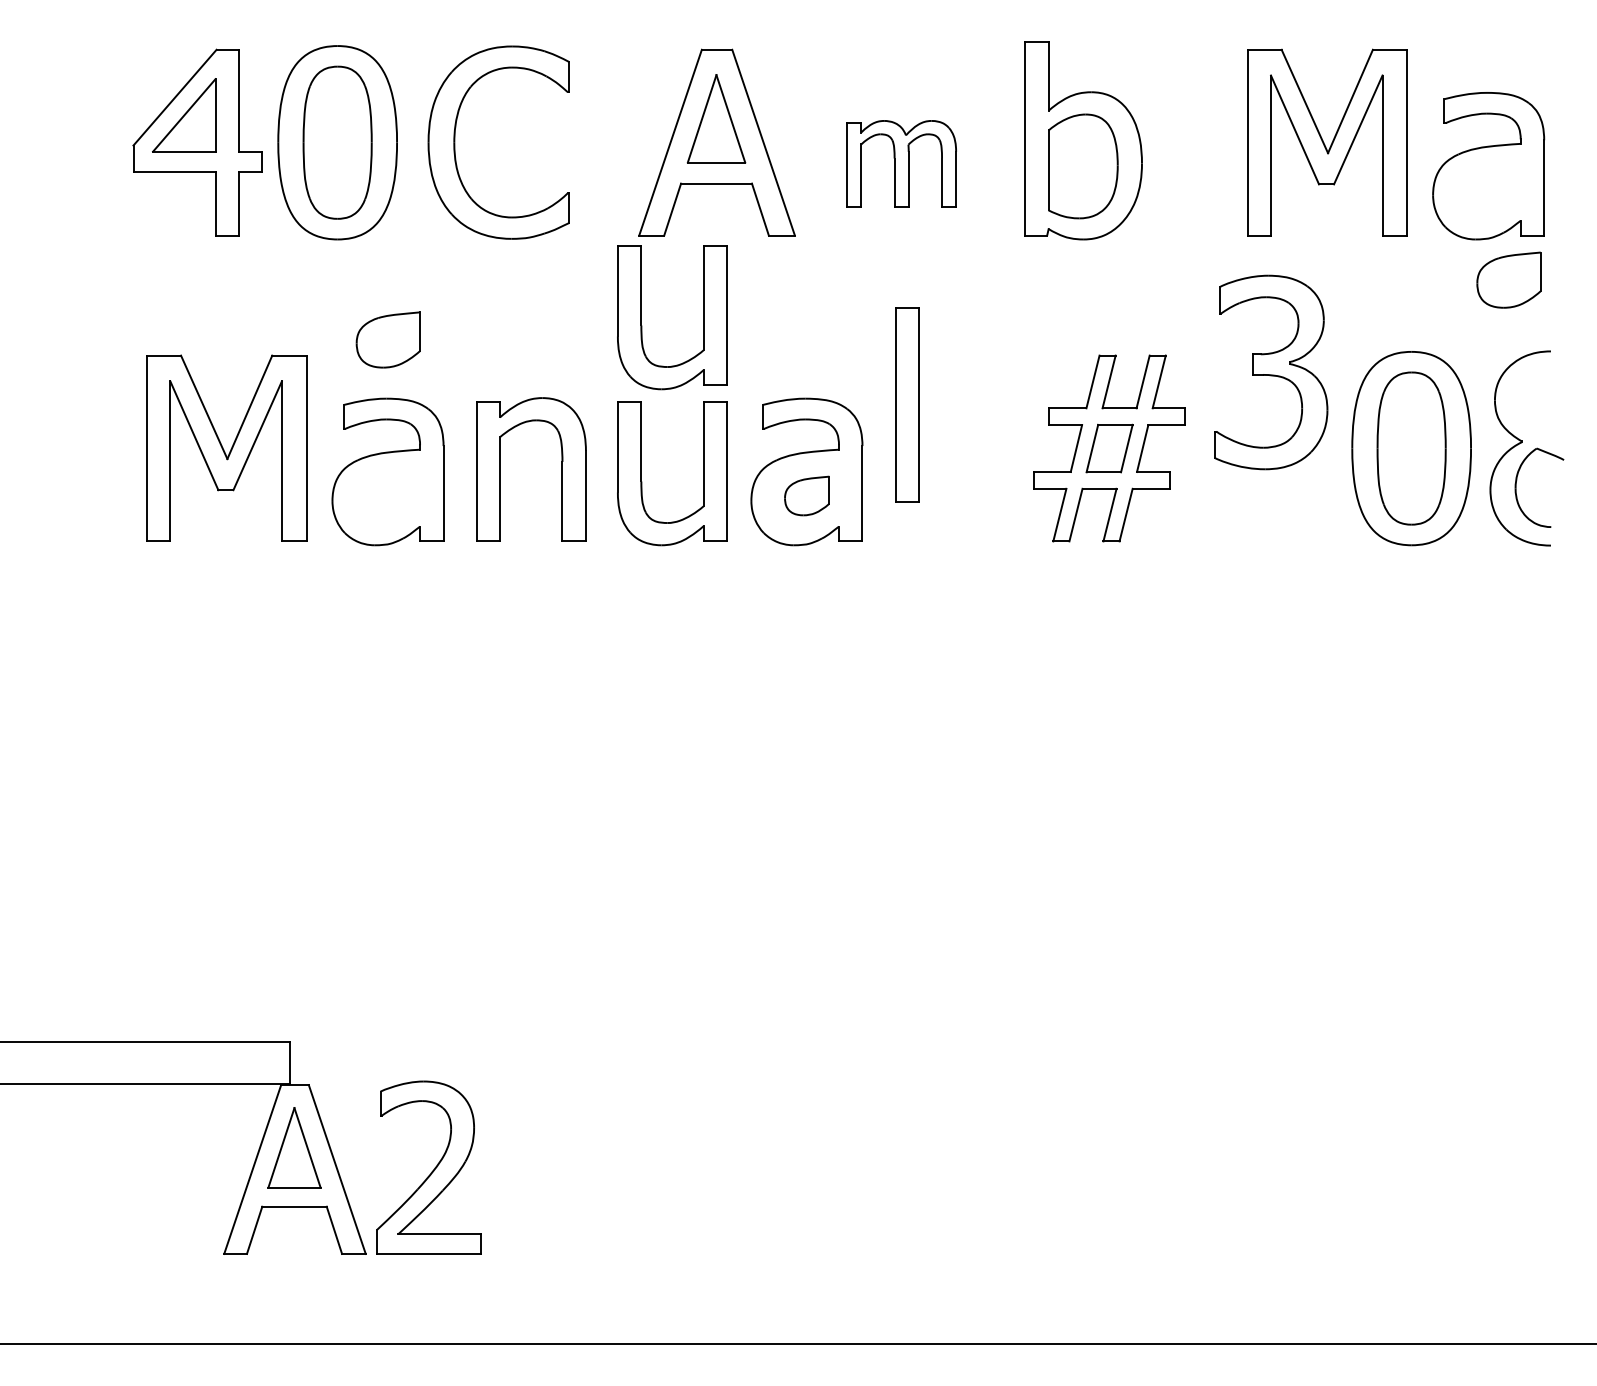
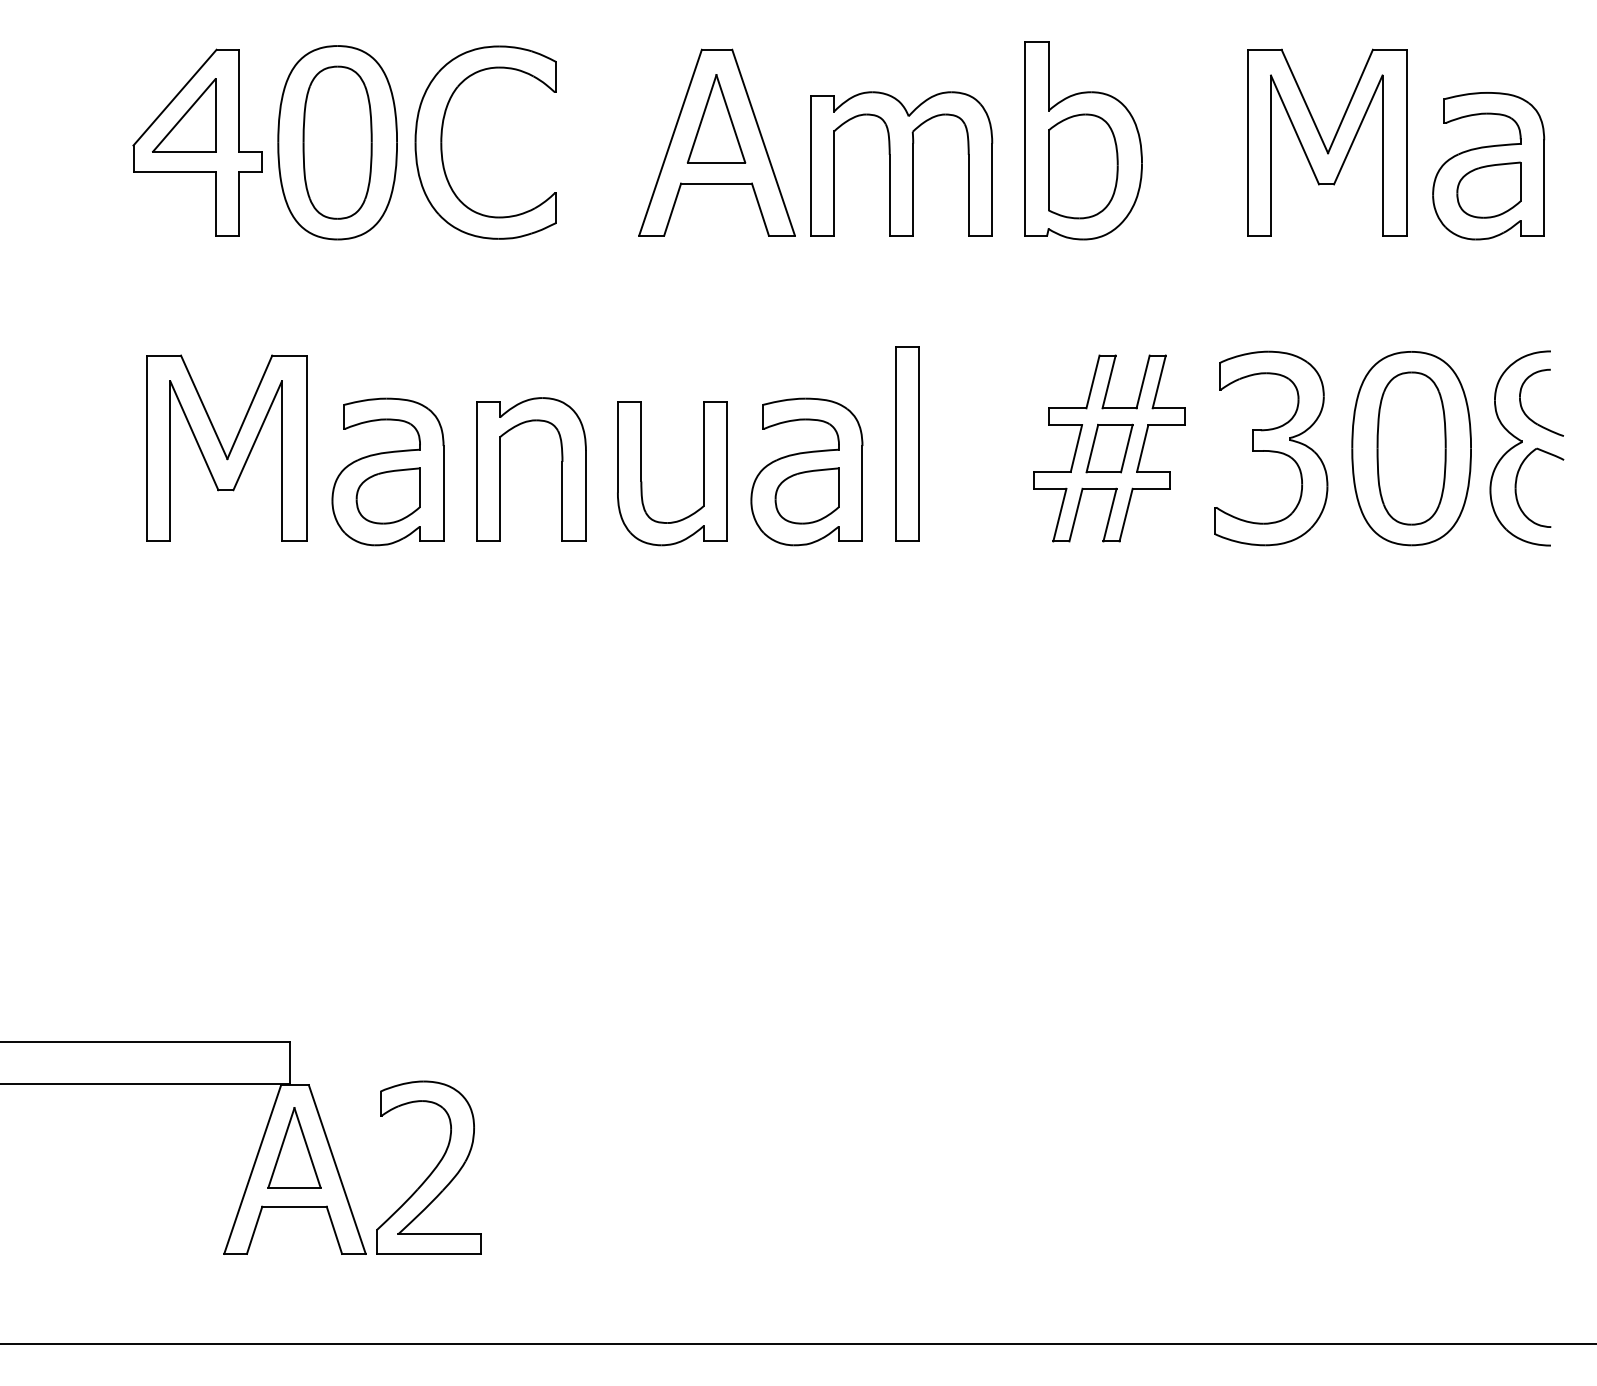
part at (455, 142) position: (455, 142) -> (442, 142)
part at (901, 163) size: 111x88 px -> 184x146 px
part at (1508, 279) position: (1508, 279) -> (1488, 189)
part at (641, 317): present -> none
part at (387, 339) position: (387, 339) -> (387, 495)
part at (1271, 372) position: (1271, 372) -> (1271, 448)
part at (907, 404) position: (907, 404) -> (907, 443)
part at (1525, 412): none -> present
part at (806, 495) size: 46x42 px -> 66x58 px
